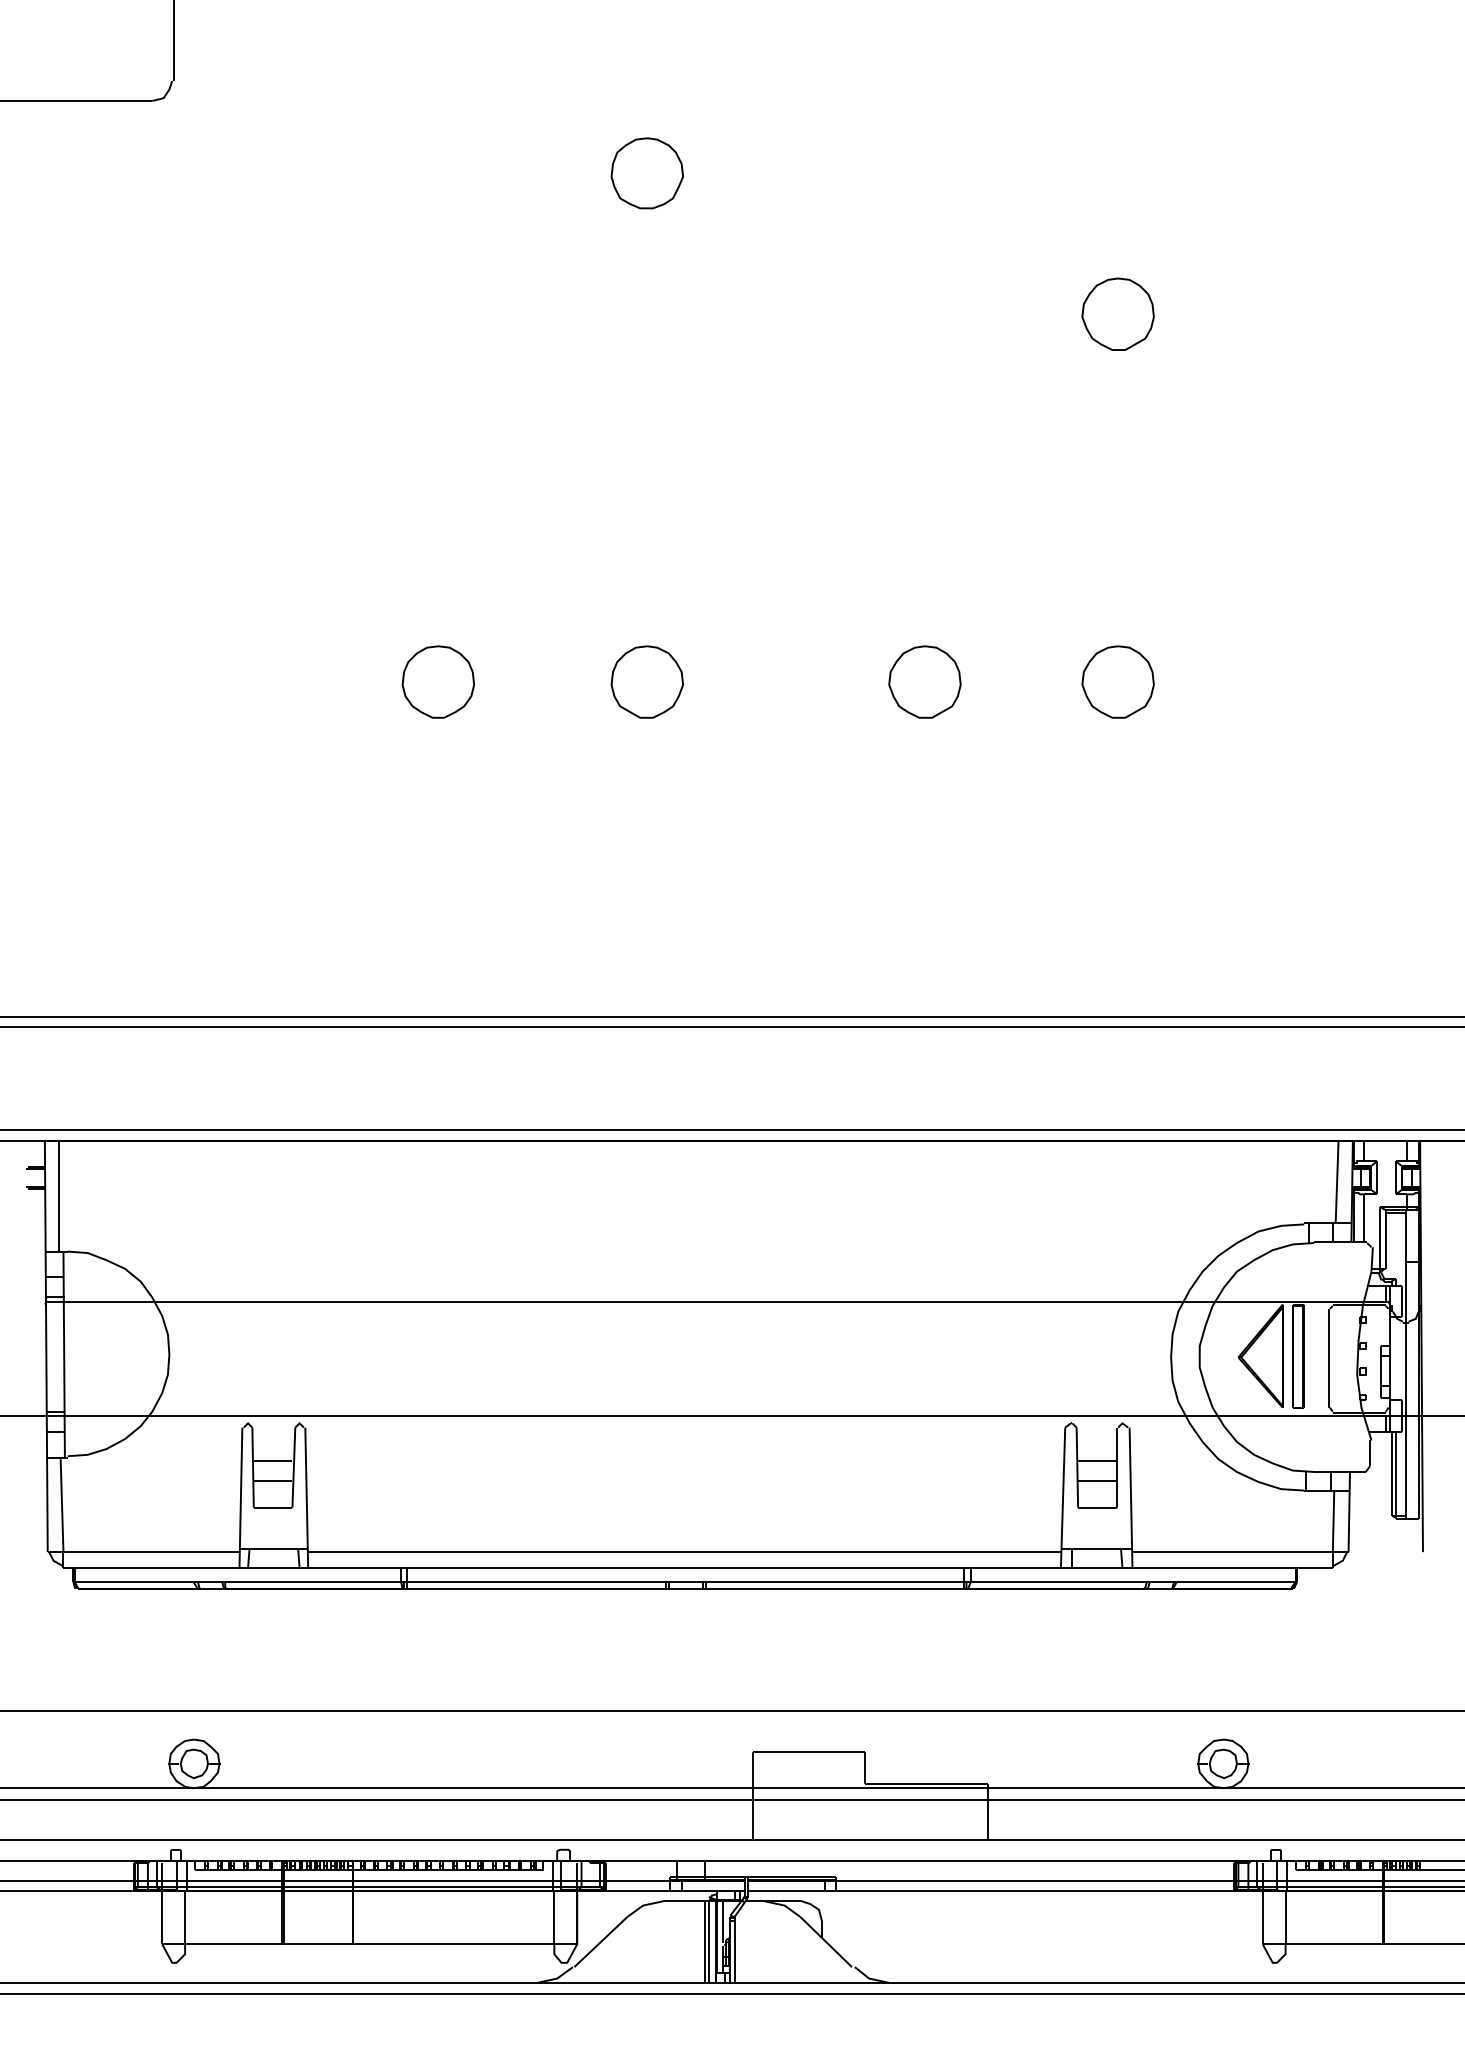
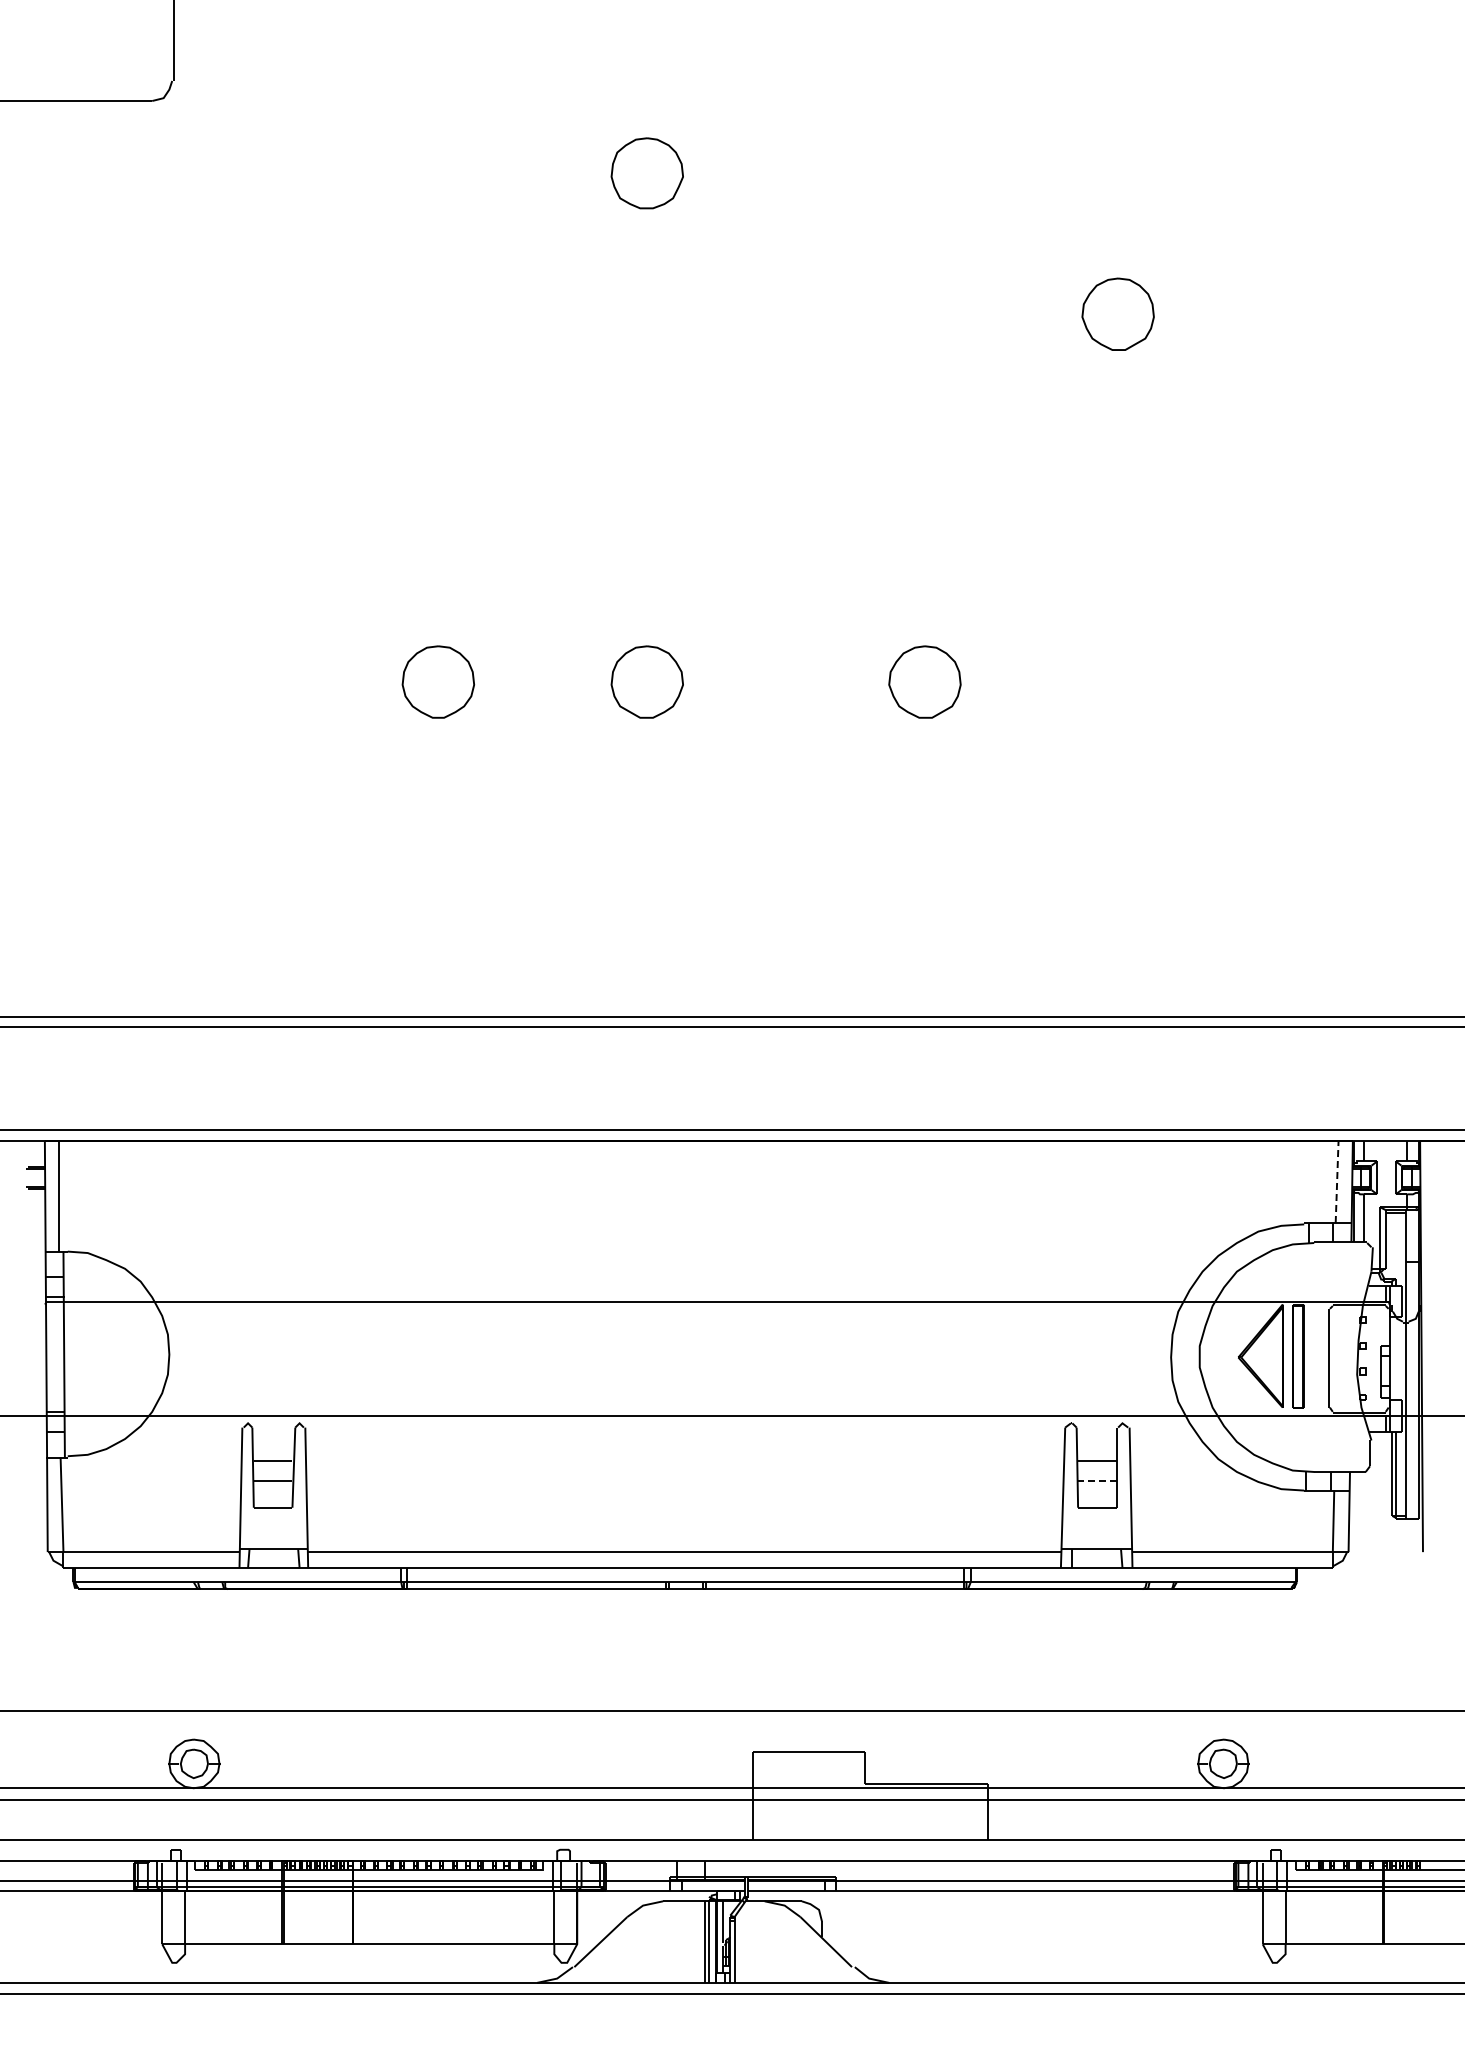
part at (1117, 681): present -> none
line at (1337, 1182): solid -> dashed
line at (1096, 1480): solid -> dashed
